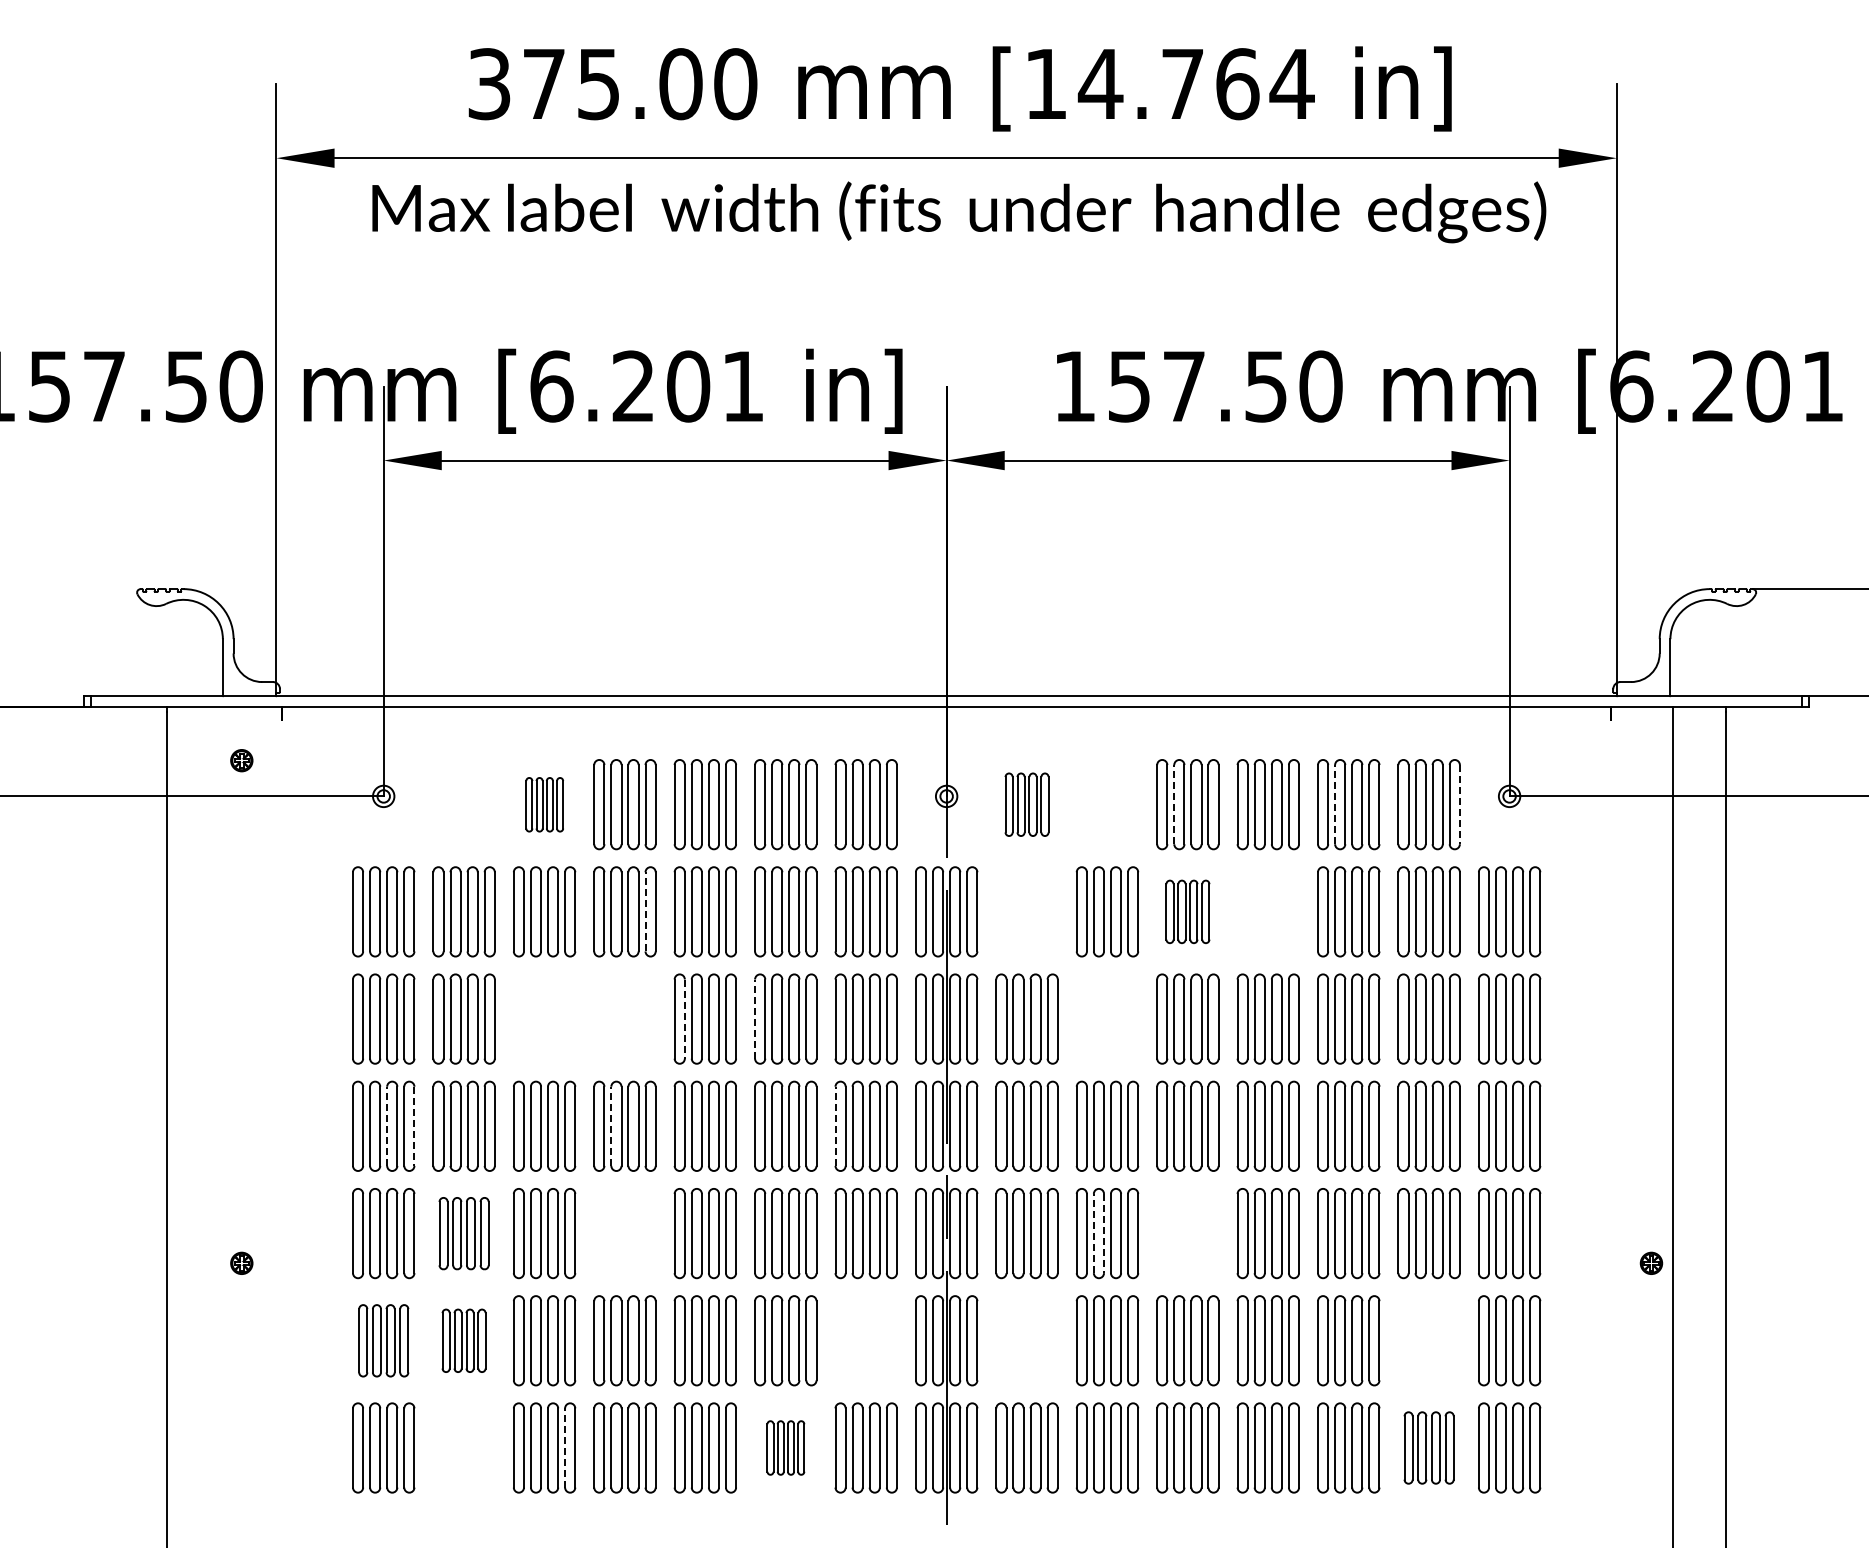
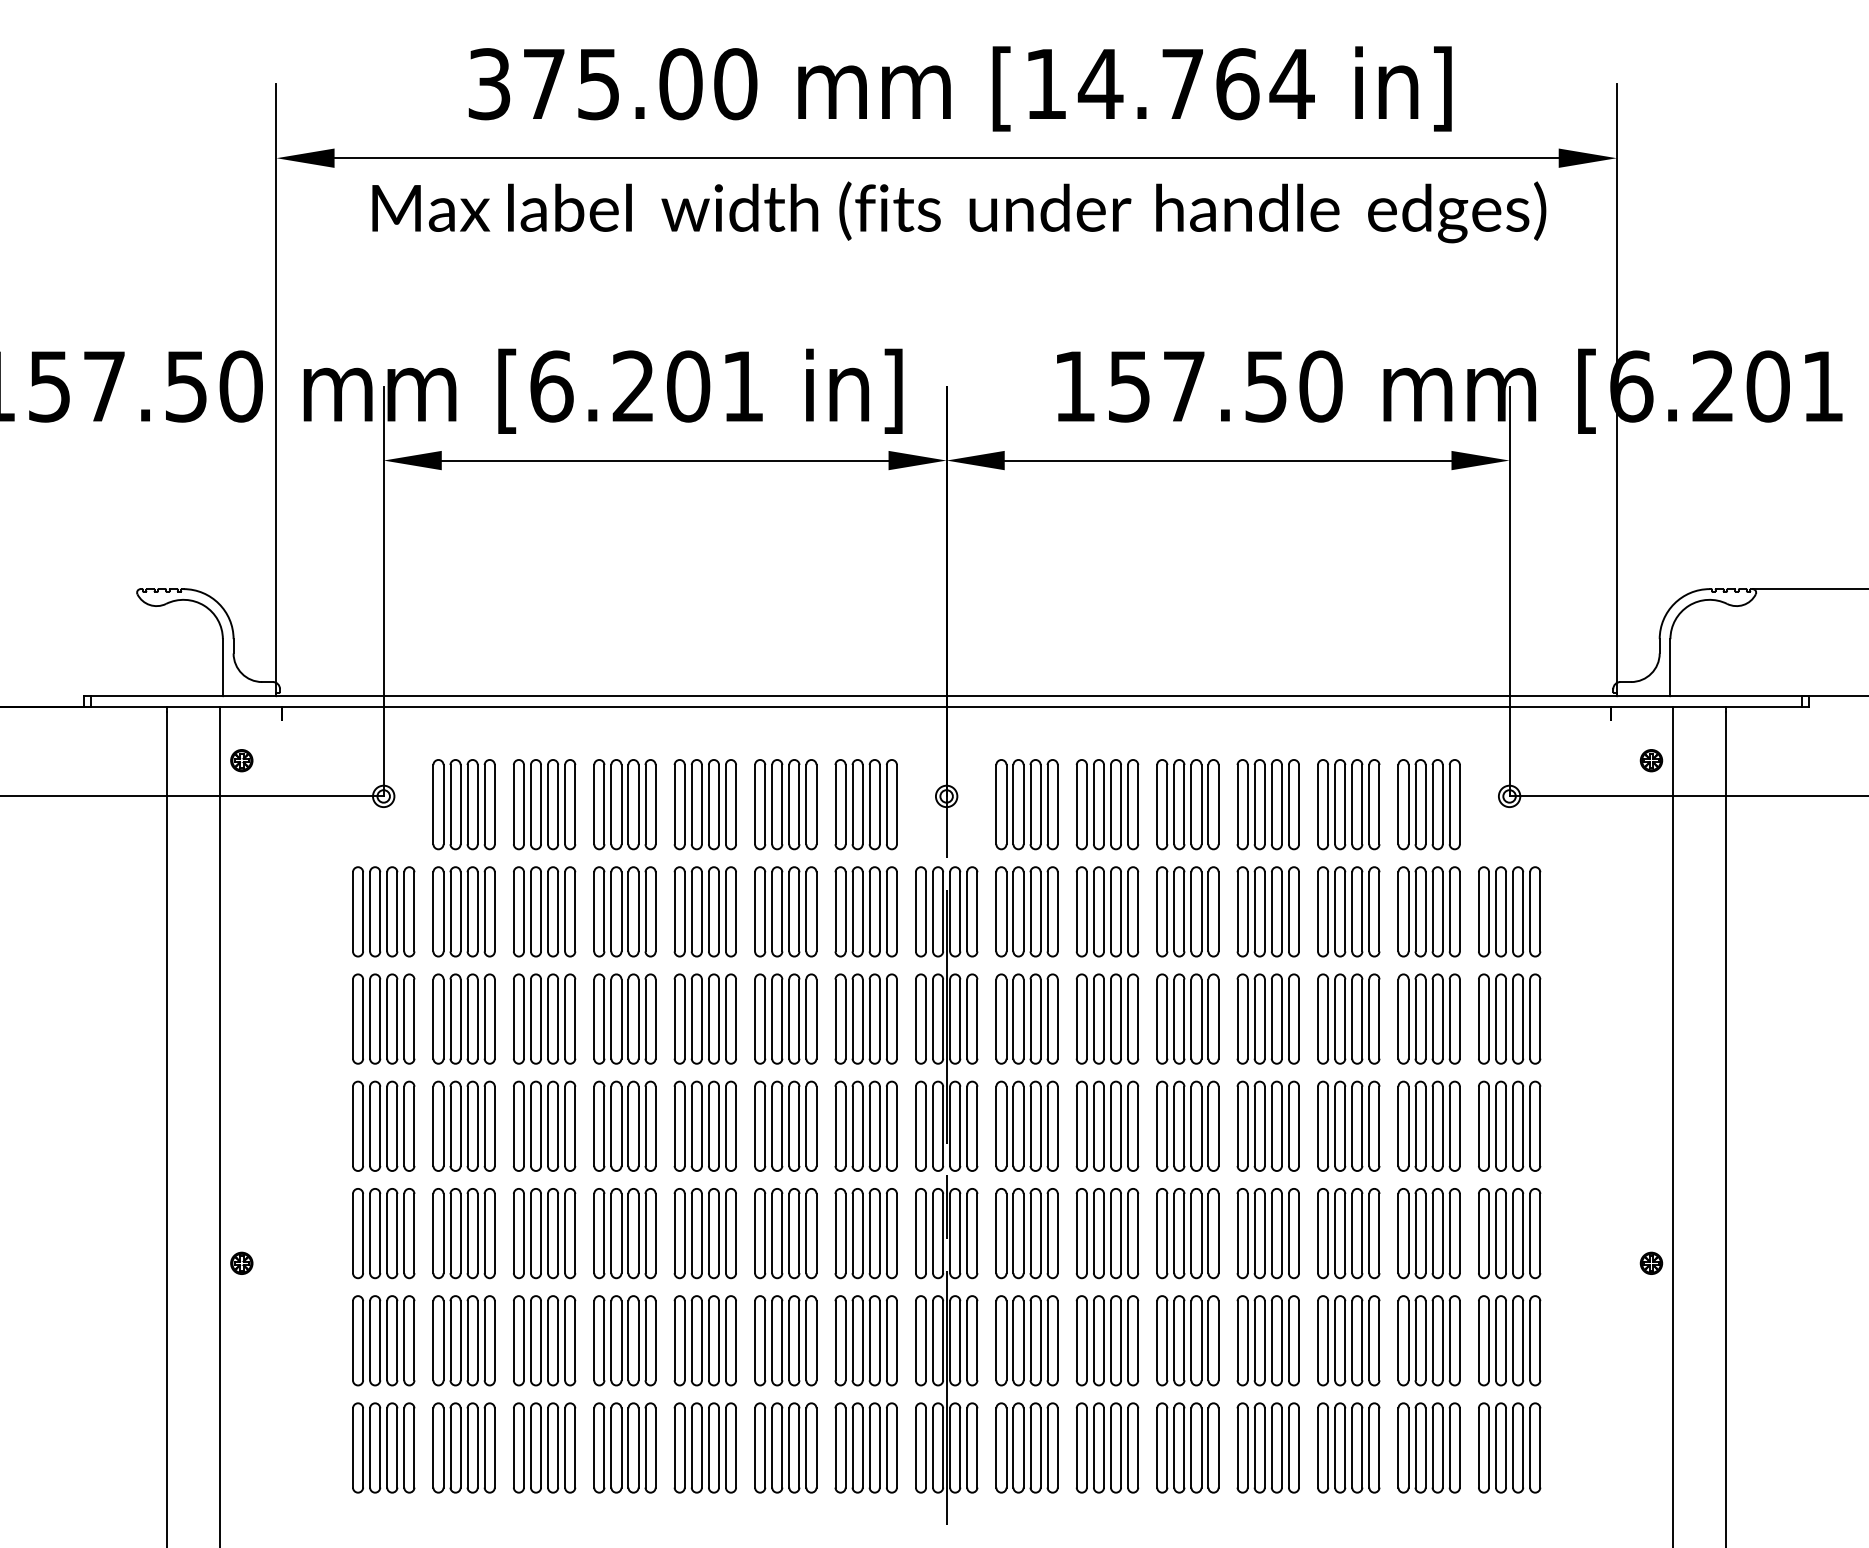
part at (1651, 760): none -> present
part at (463, 804): none -> present
part at (544, 804) size: 39x56 px -> 64x92 px
part at (1026, 804) size: 46x65 px -> 64x92 px
part at (1107, 804): none -> present
line at (1174, 804): dashed -> solid
line at (1335, 804): dashed -> solid
line at (1459, 804): dashed -> solid
line at (645, 911): dashed -> solid
part at (1026, 911): none -> present
part at (1187, 911) size: 46x65 px -> 64x92 px
part at (1267, 911): none -> present
part at (544, 1018): none -> present
part at (624, 1018): none -> present
part at (1107, 1018): none -> present
line at (684, 1019): dashed -> solid
line at (755, 1019): dashed -> solid
line at (220, 1125): none -> present
line at (387, 1126): dashed -> solid
line at (414, 1126): dashed -> solid
line at (611, 1126): dashed -> solid
line at (835, 1126): dashed -> solid
part at (463, 1233) size: 52x74 px -> 64x92 px
part at (624, 1233): none -> present
line at (1093, 1233): dashed -> solid
line at (1104, 1233): dashed -> solid
part at (1187, 1233): none -> present
part at (383, 1340) size: 52x74 px -> 64x92 px
part at (463, 1340) size: 46x65 px -> 64x92 px
part at (865, 1340): none -> present
part at (1026, 1340): none -> present
part at (1428, 1340): none -> present
part at (463, 1447): none -> present
part at (785, 1447) size: 40x56 px -> 64x92 px
part at (1428, 1447) size: 52x74 px -> 64x92 px
line at (565, 1448): dashed -> solid
